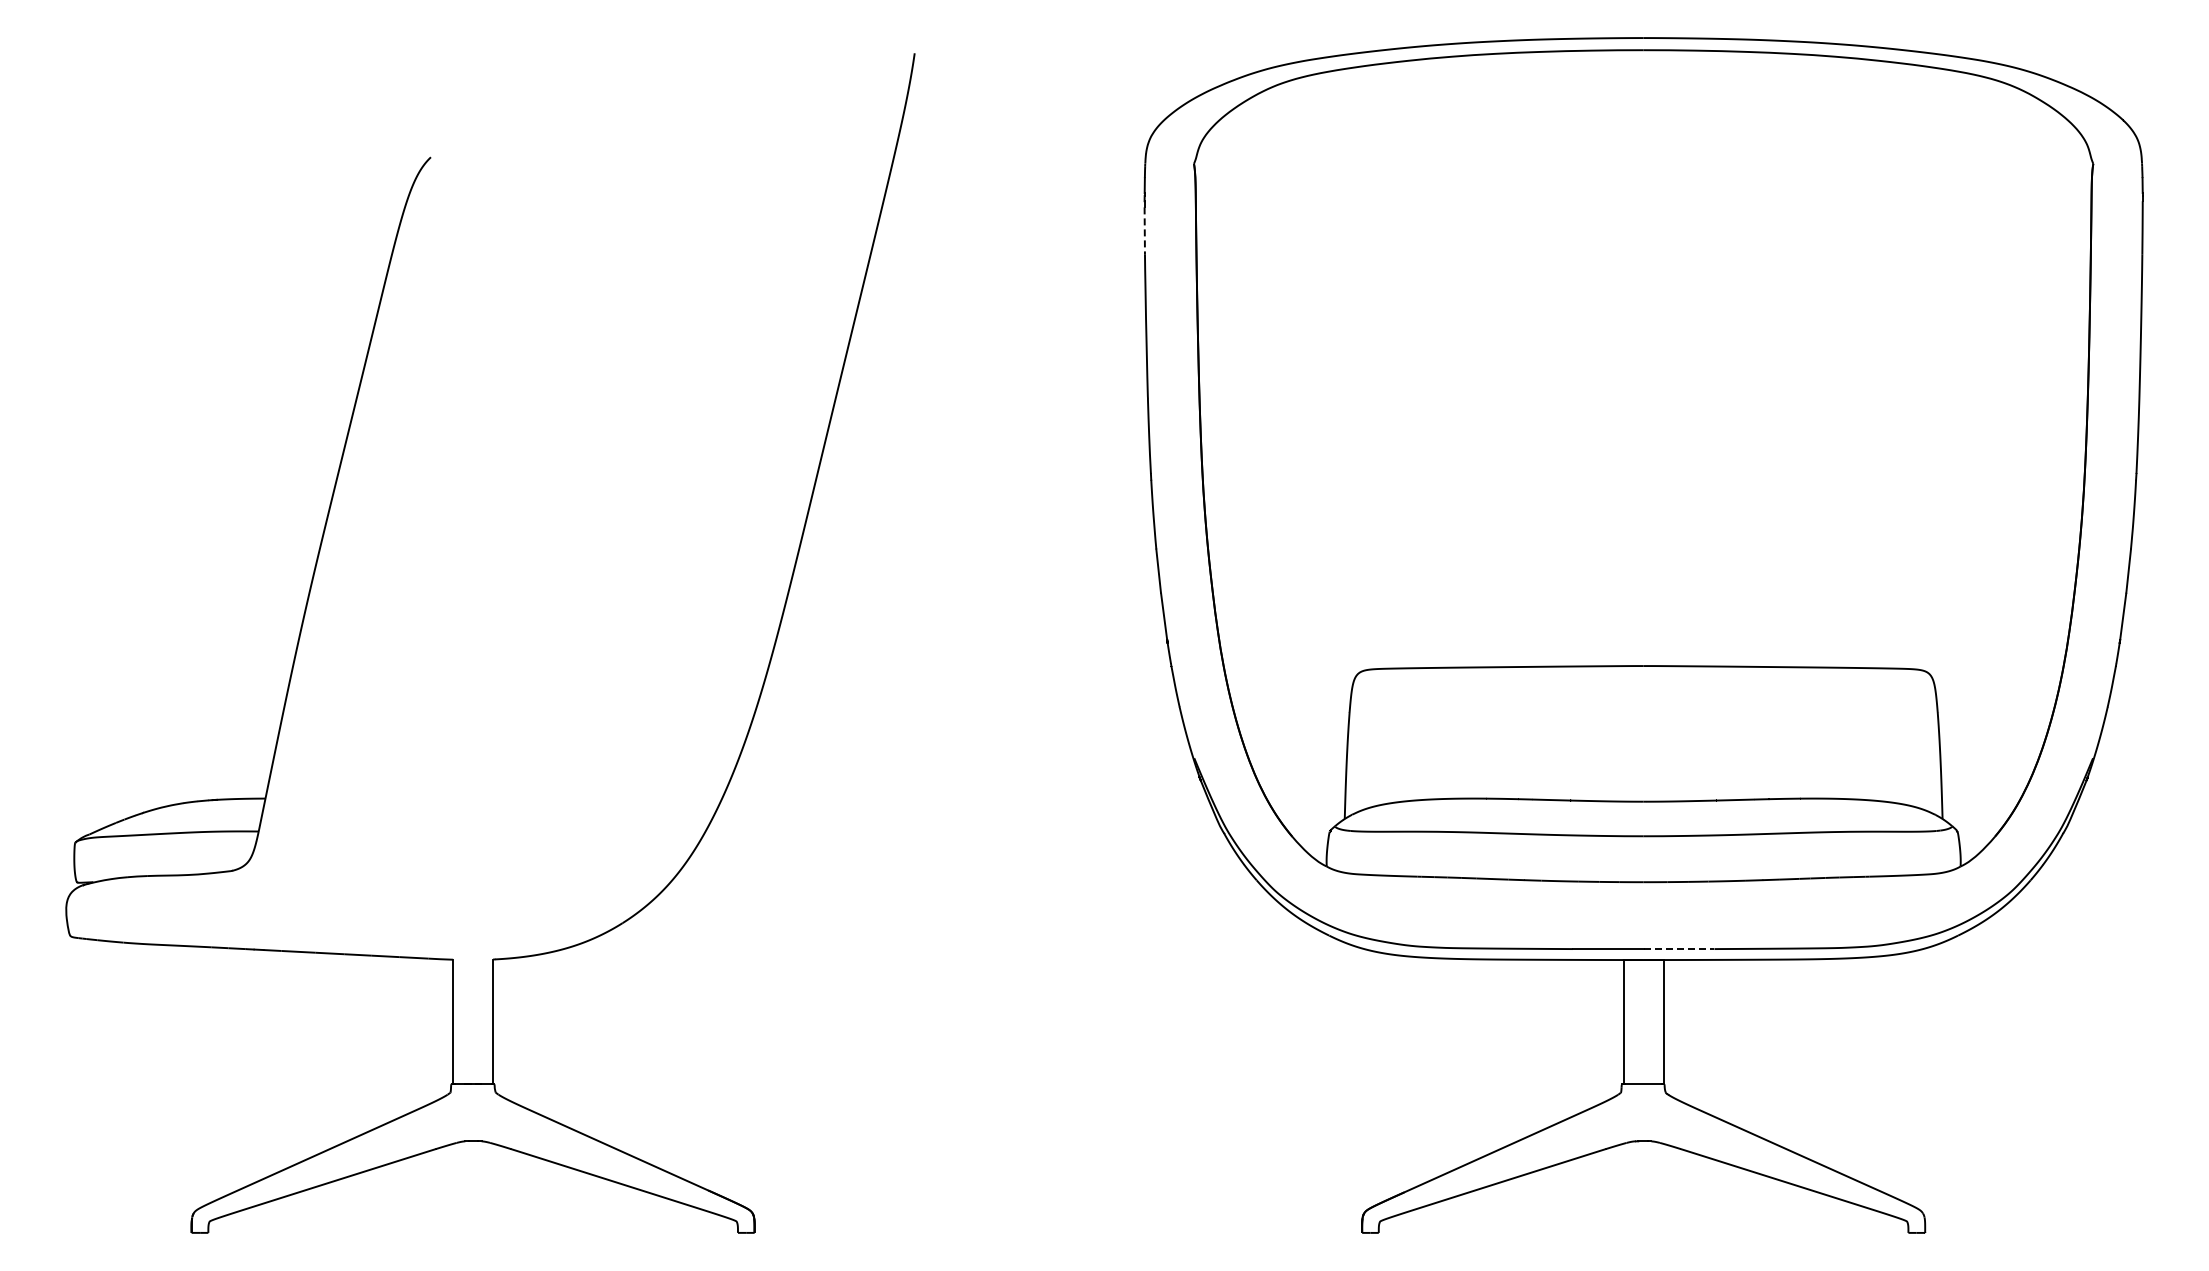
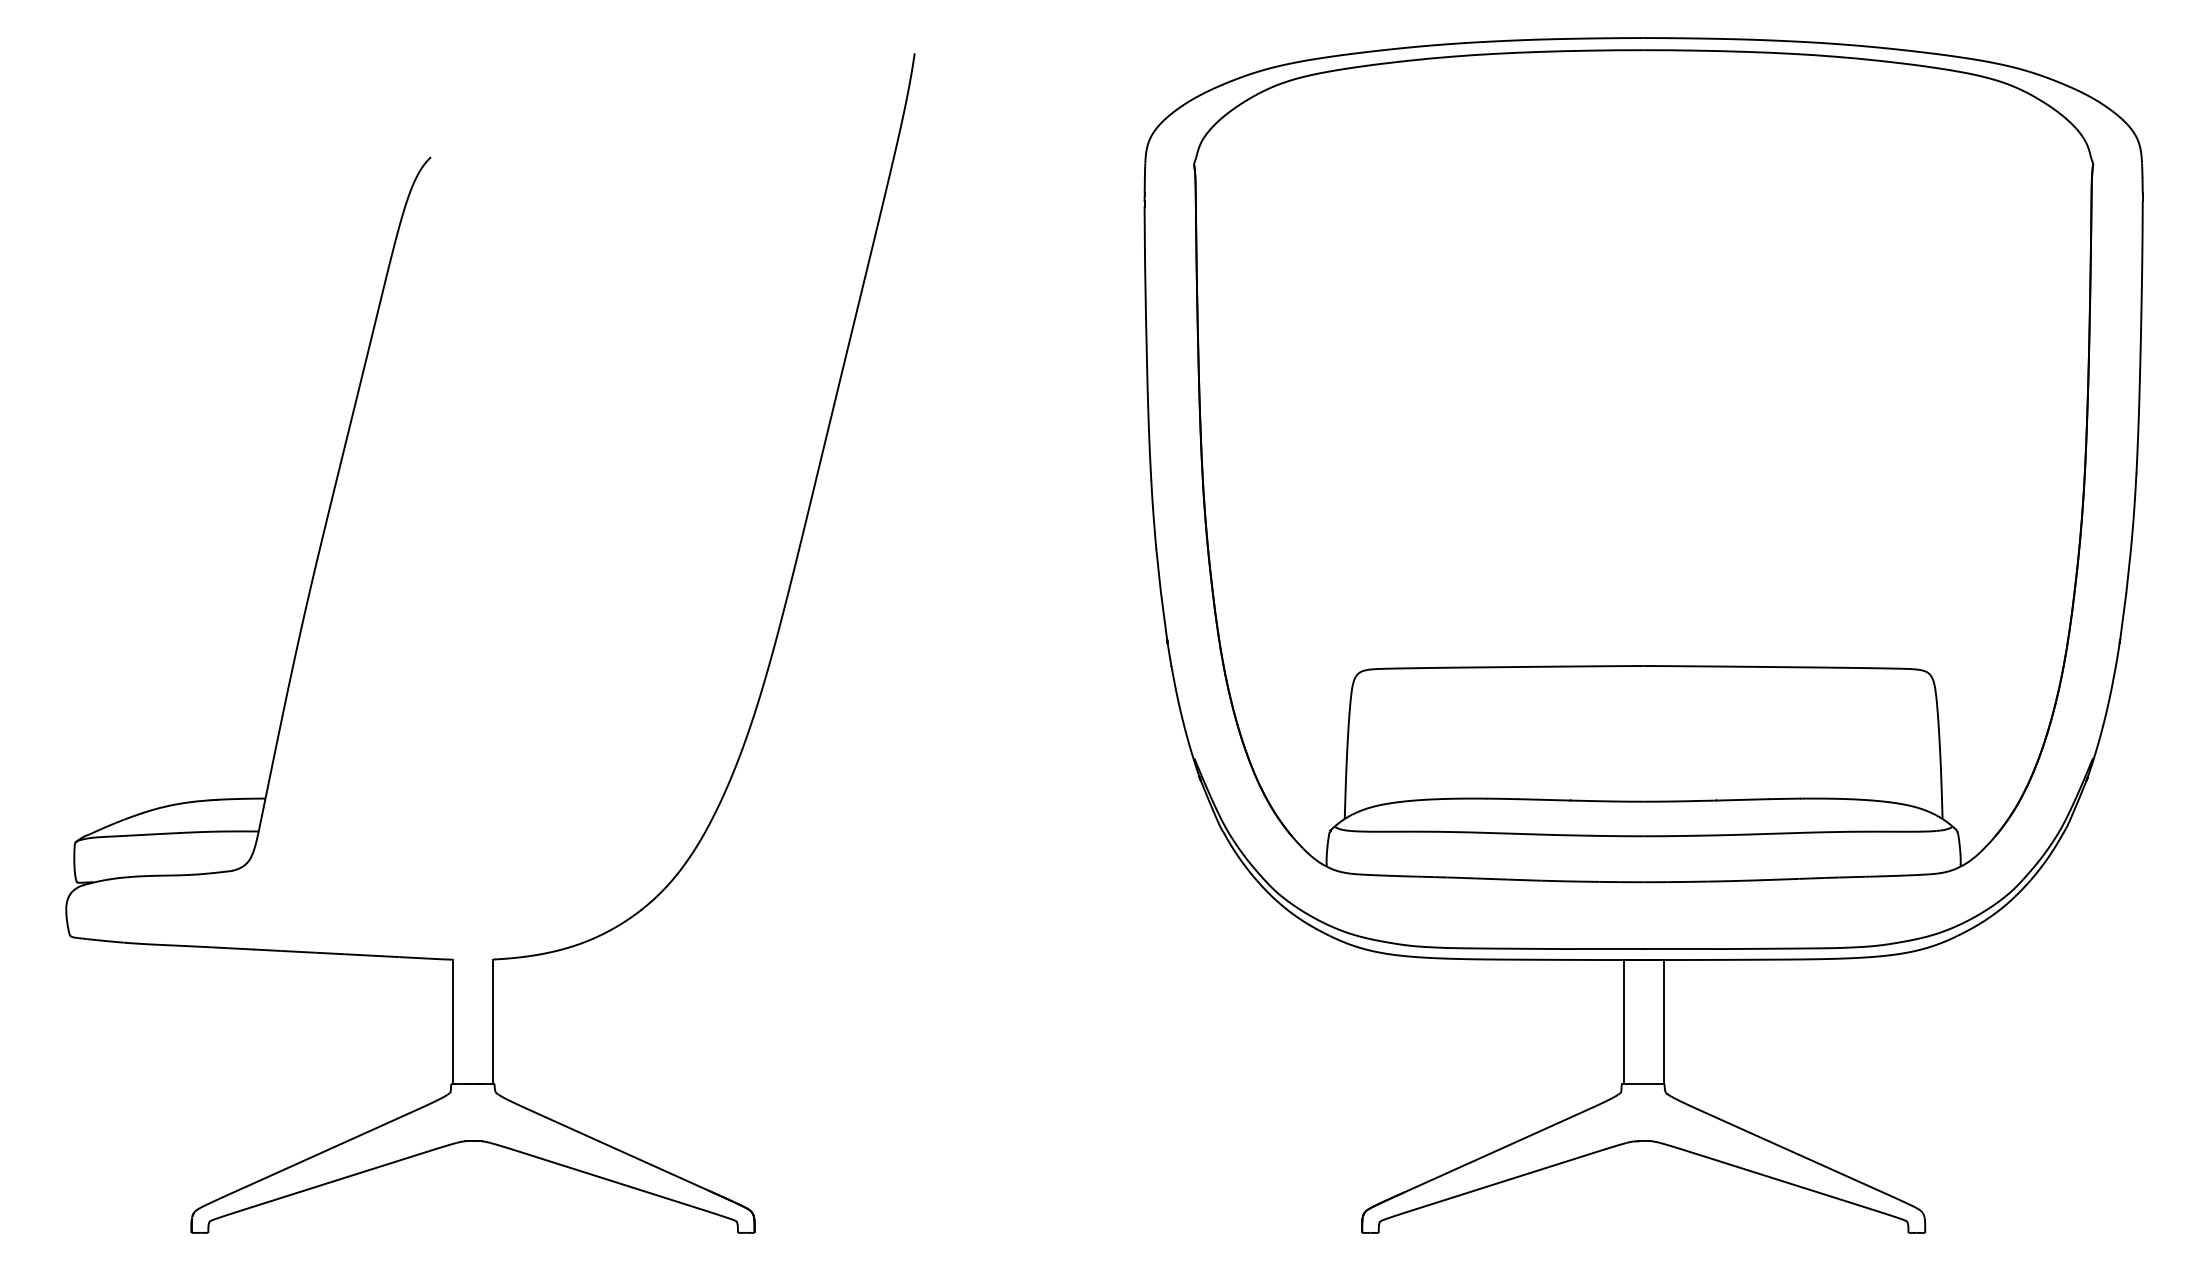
line at (1144, 231): dashed -> solid
line at (1679, 949): dashed -> solid
